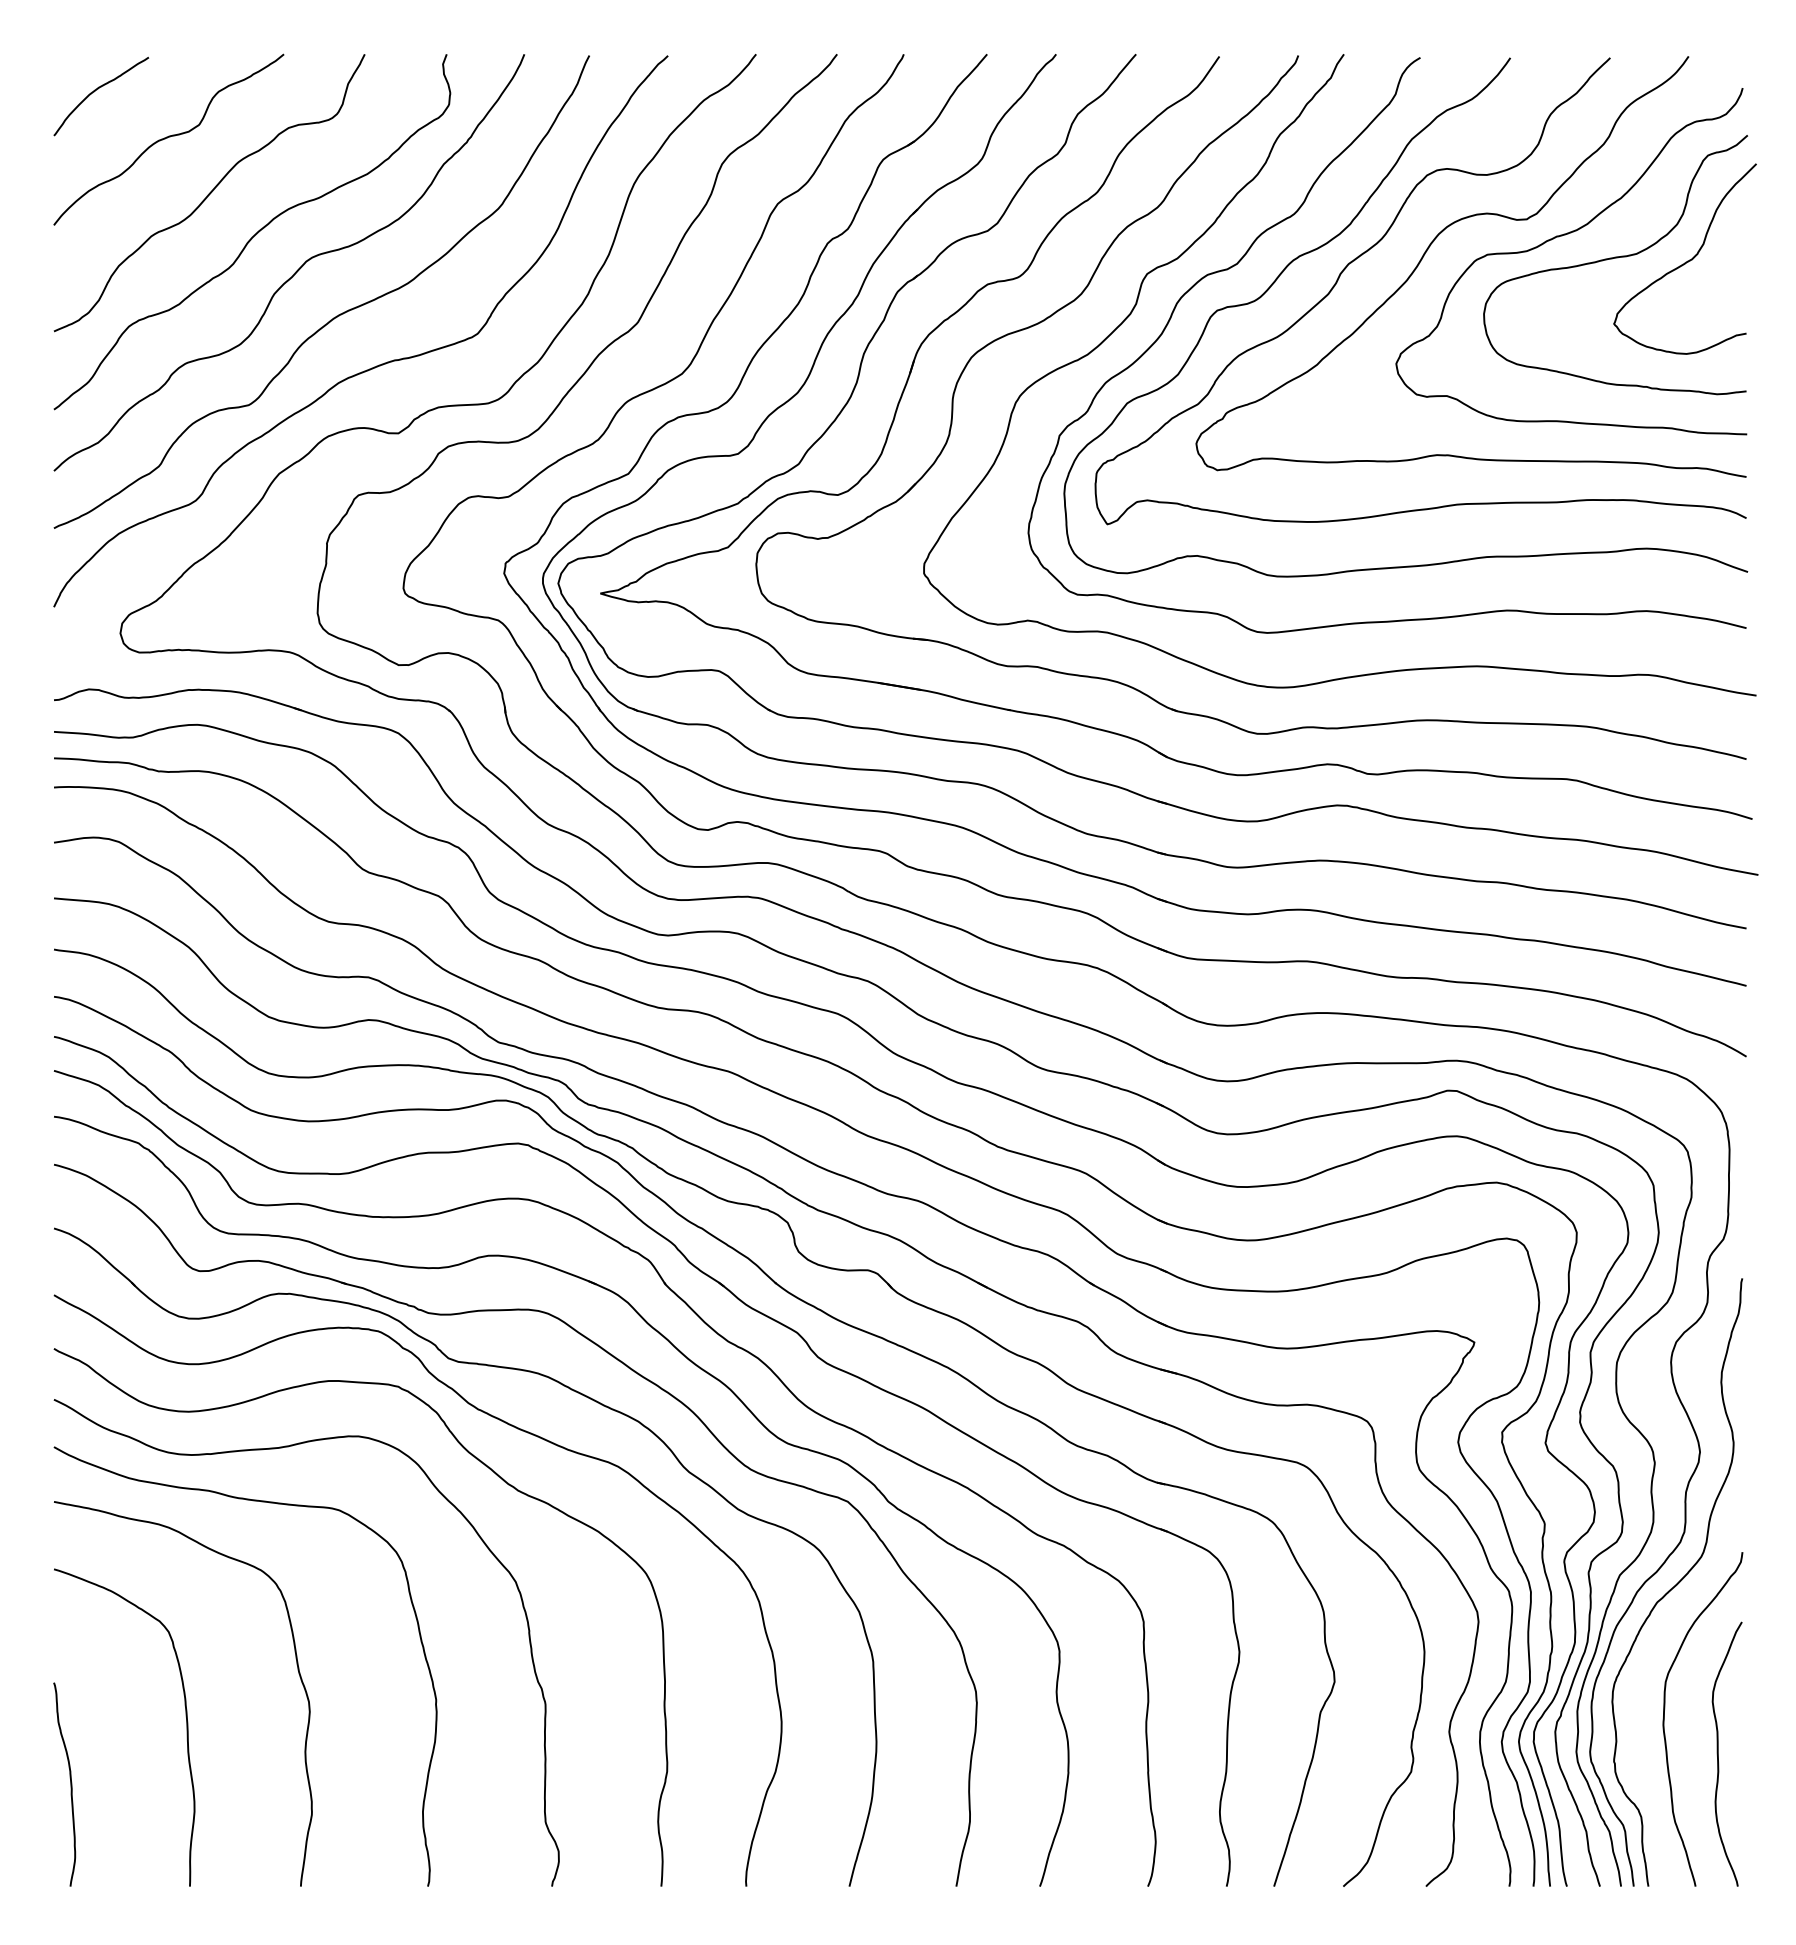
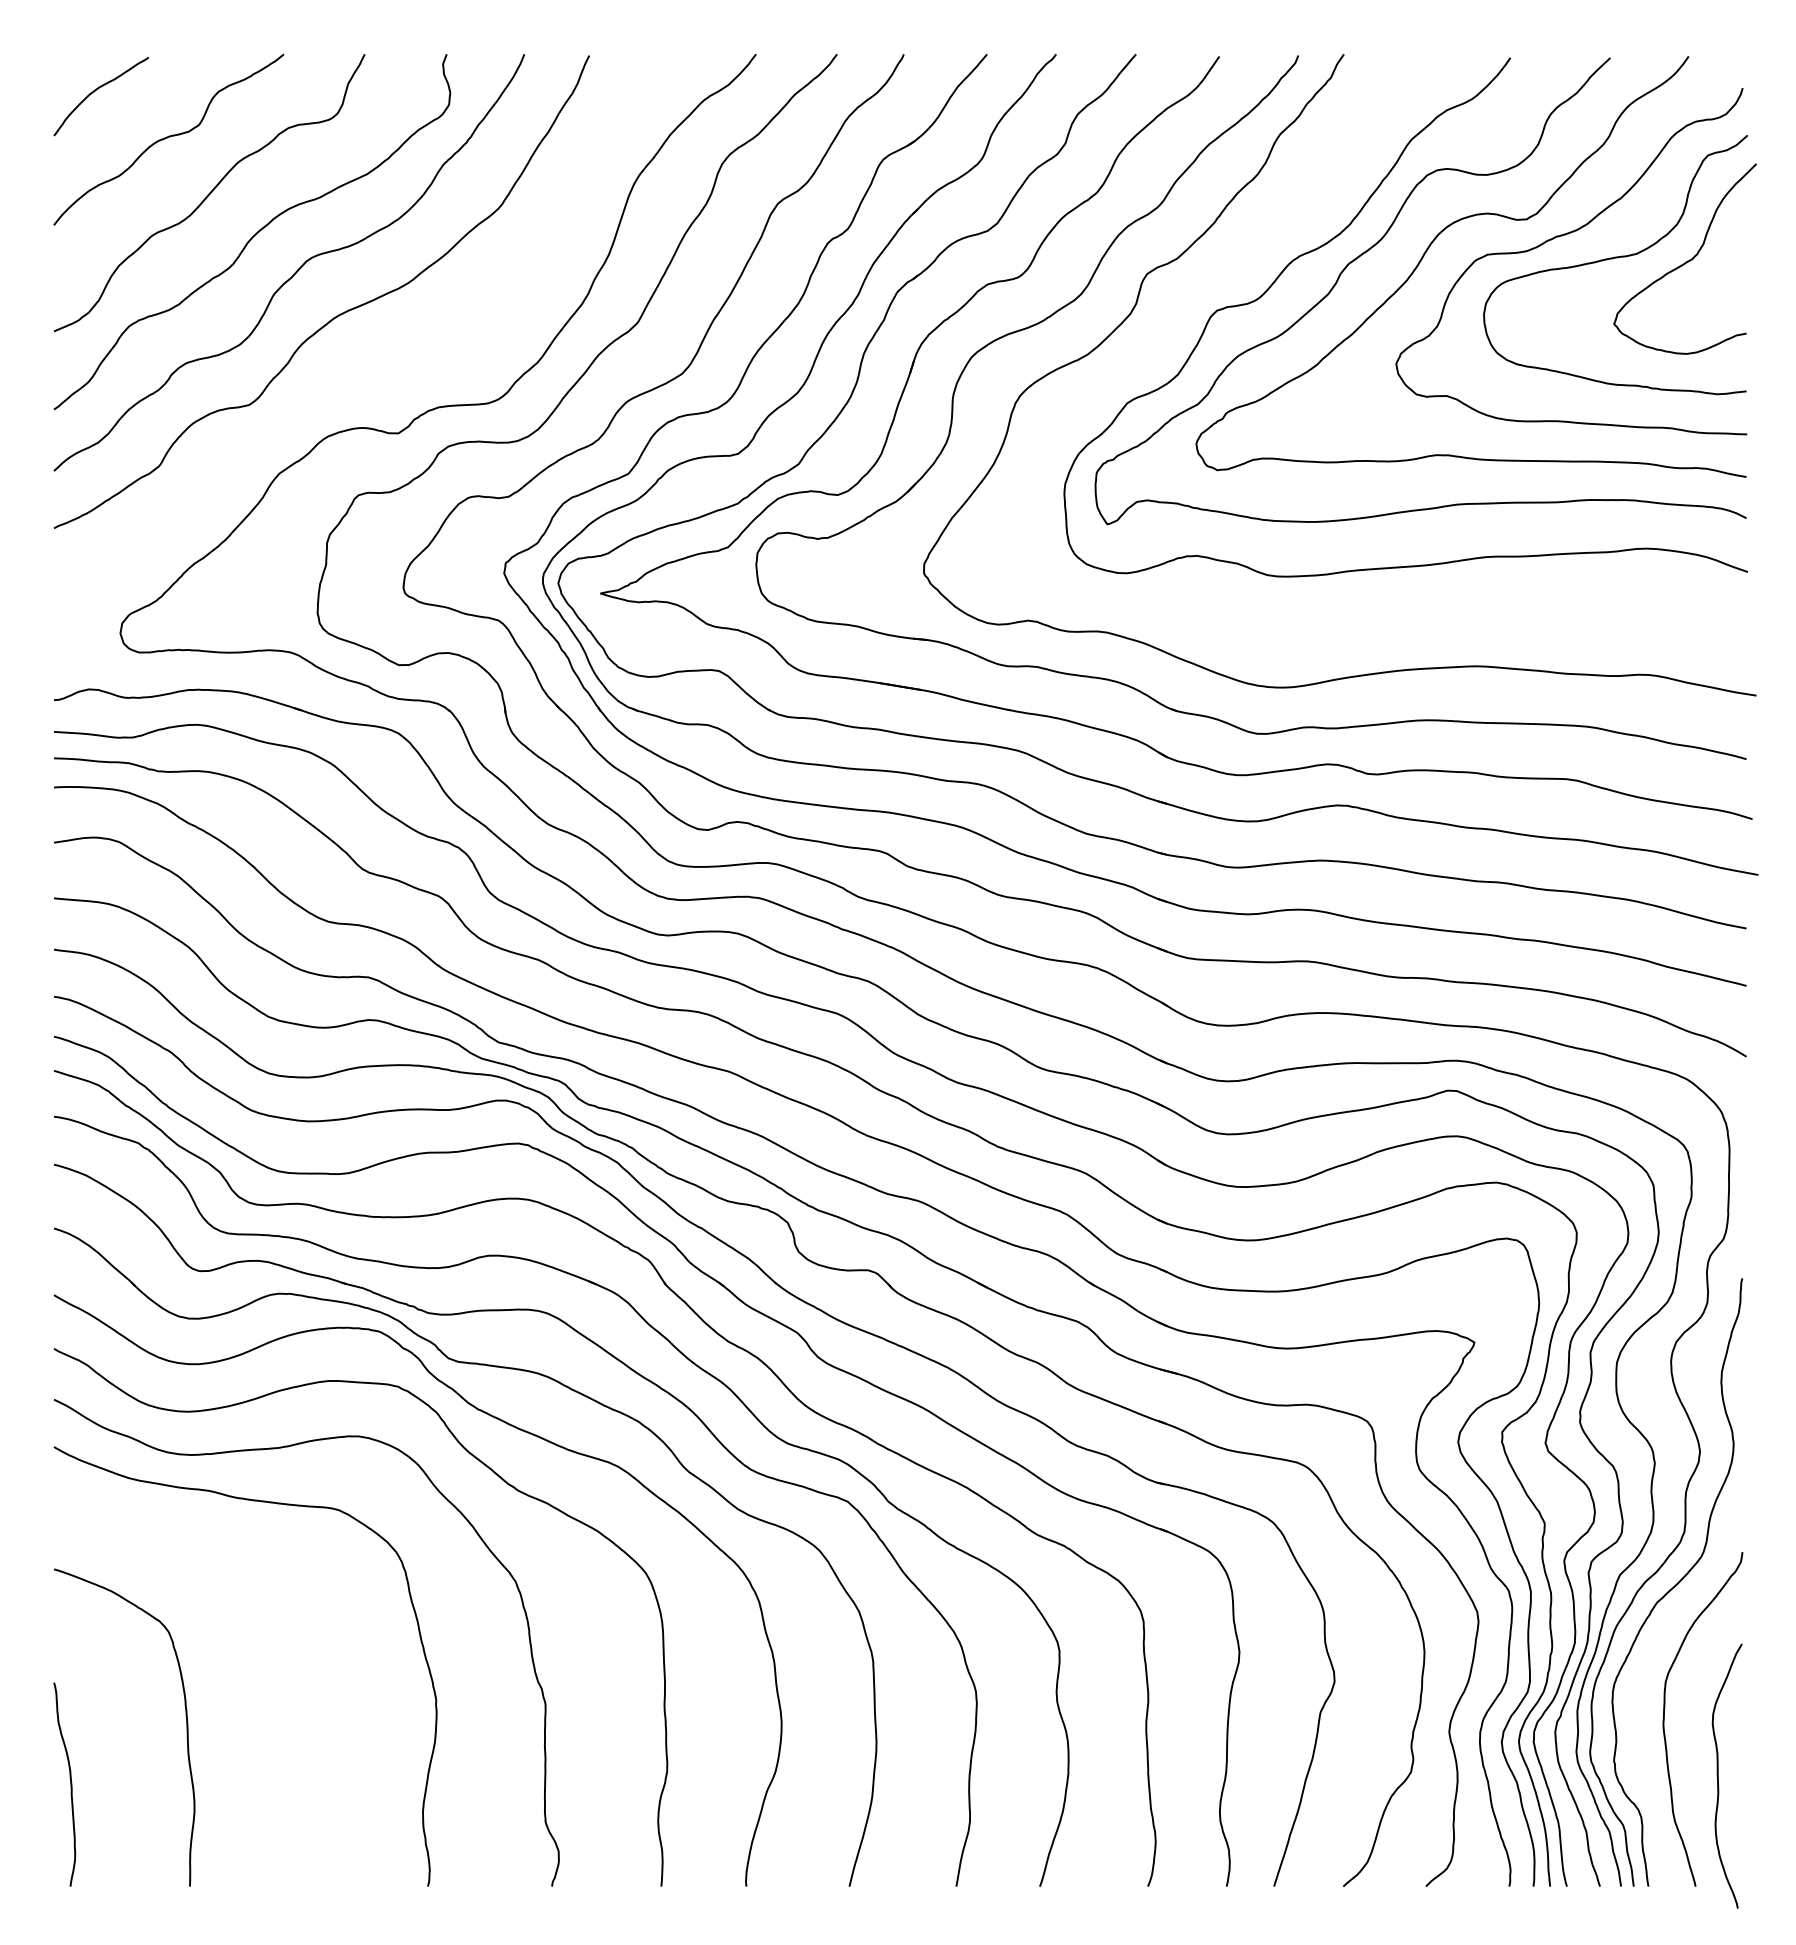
curve at (1291, 217): present -> none
curve at (376, 365): present -> none
curve at (297, 1670): present -> none
curve at (1718, 1753) position: (1718, 1753) -> (1718, 1775)
